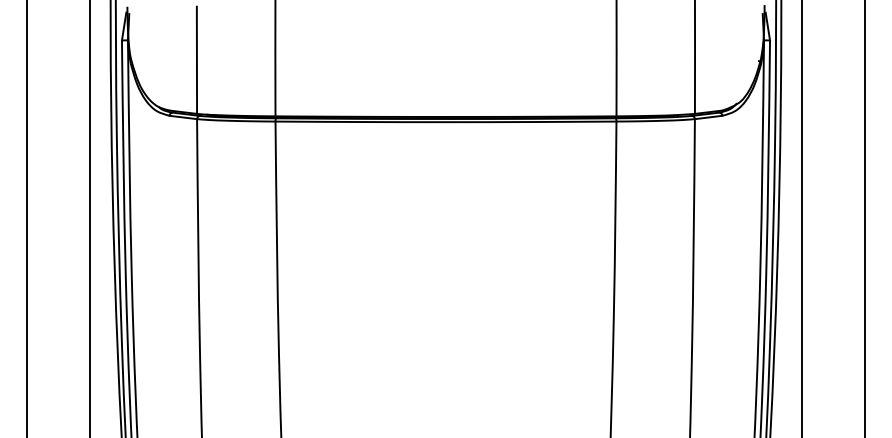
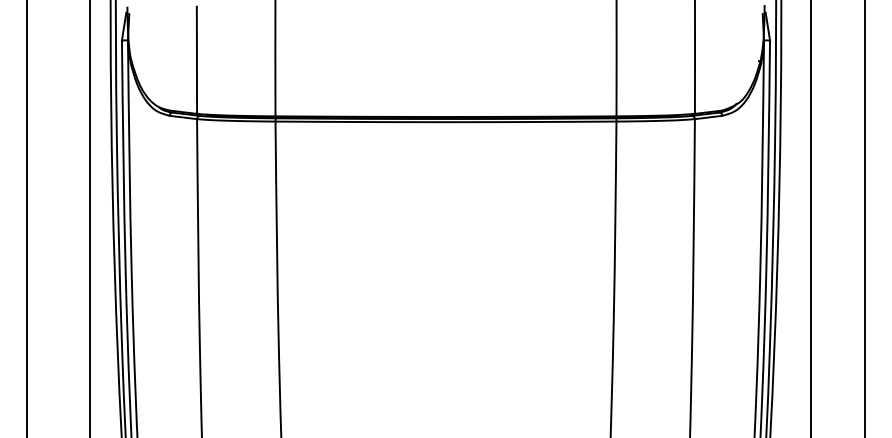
line at (802, 218) position: (802, 218) -> (811, 218)
